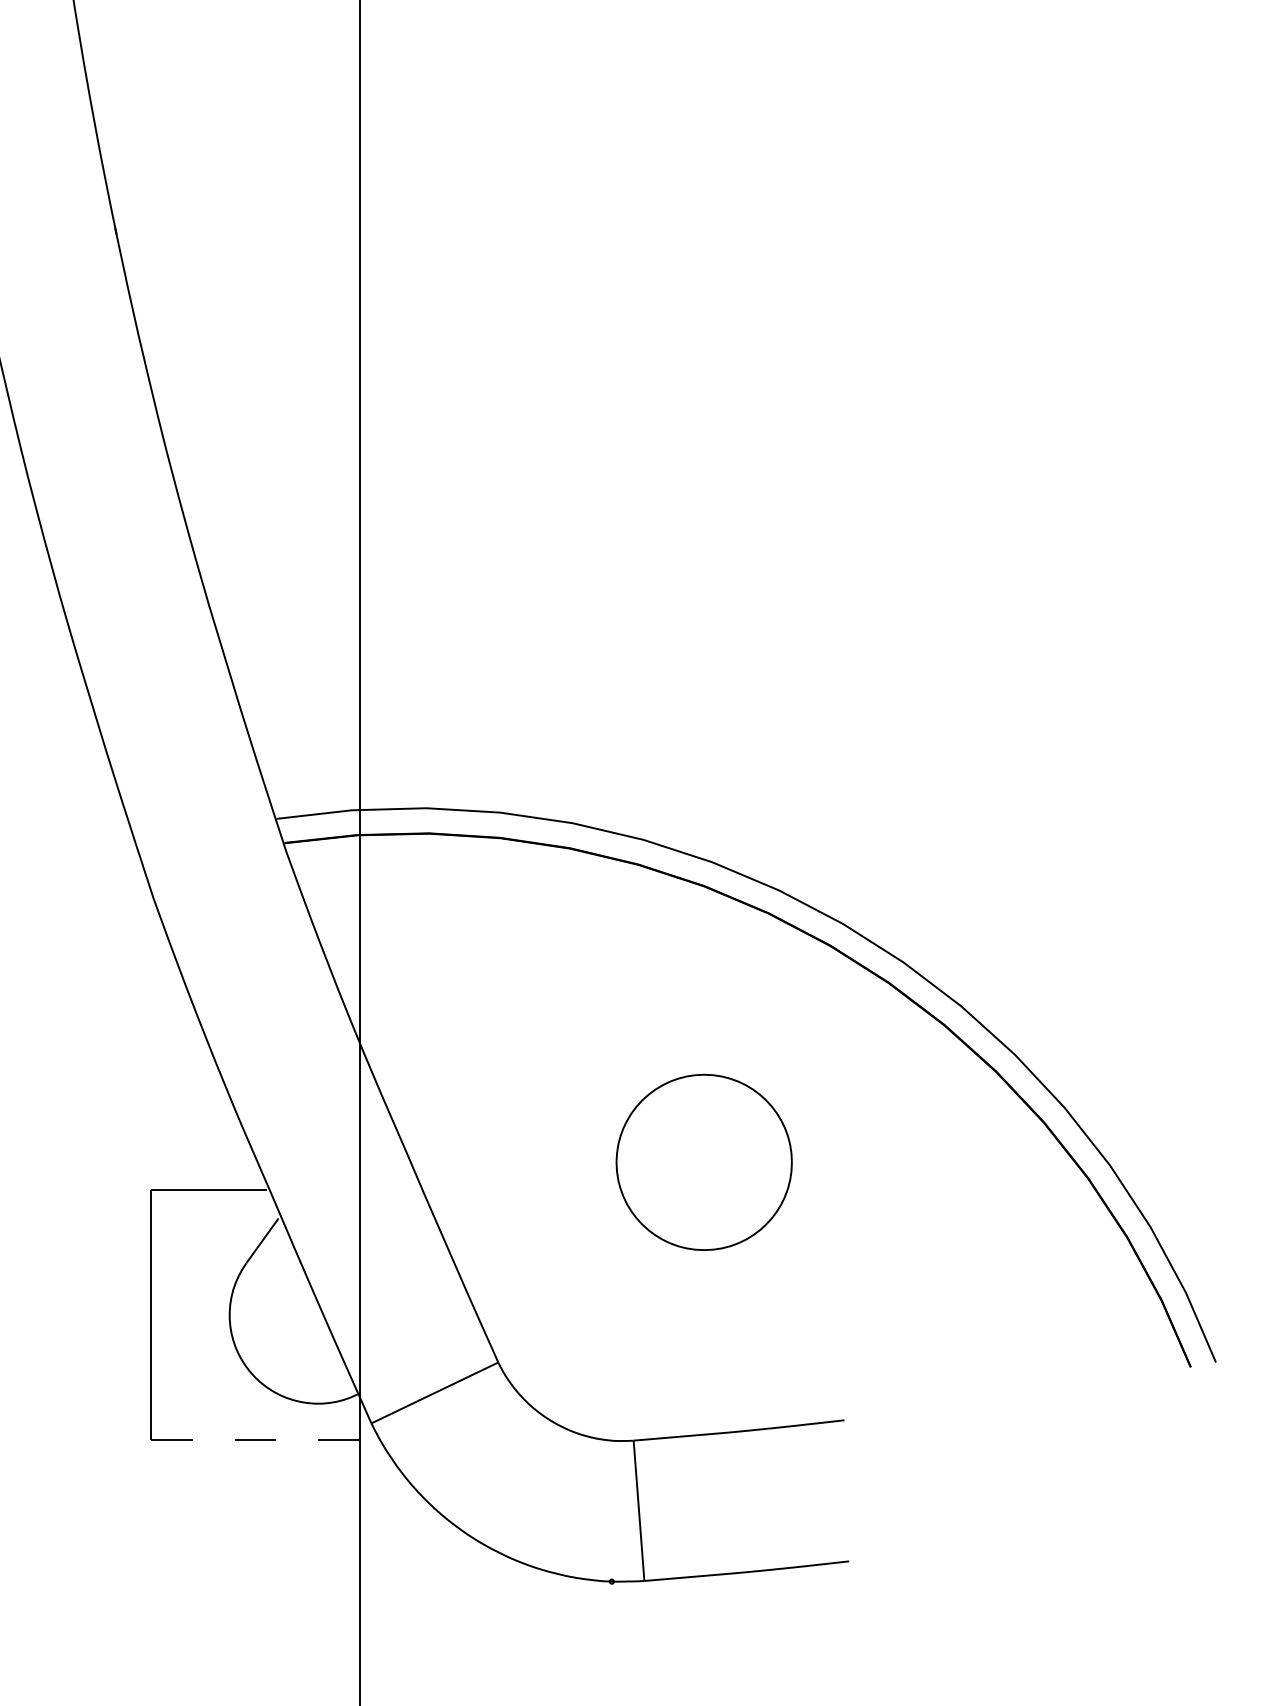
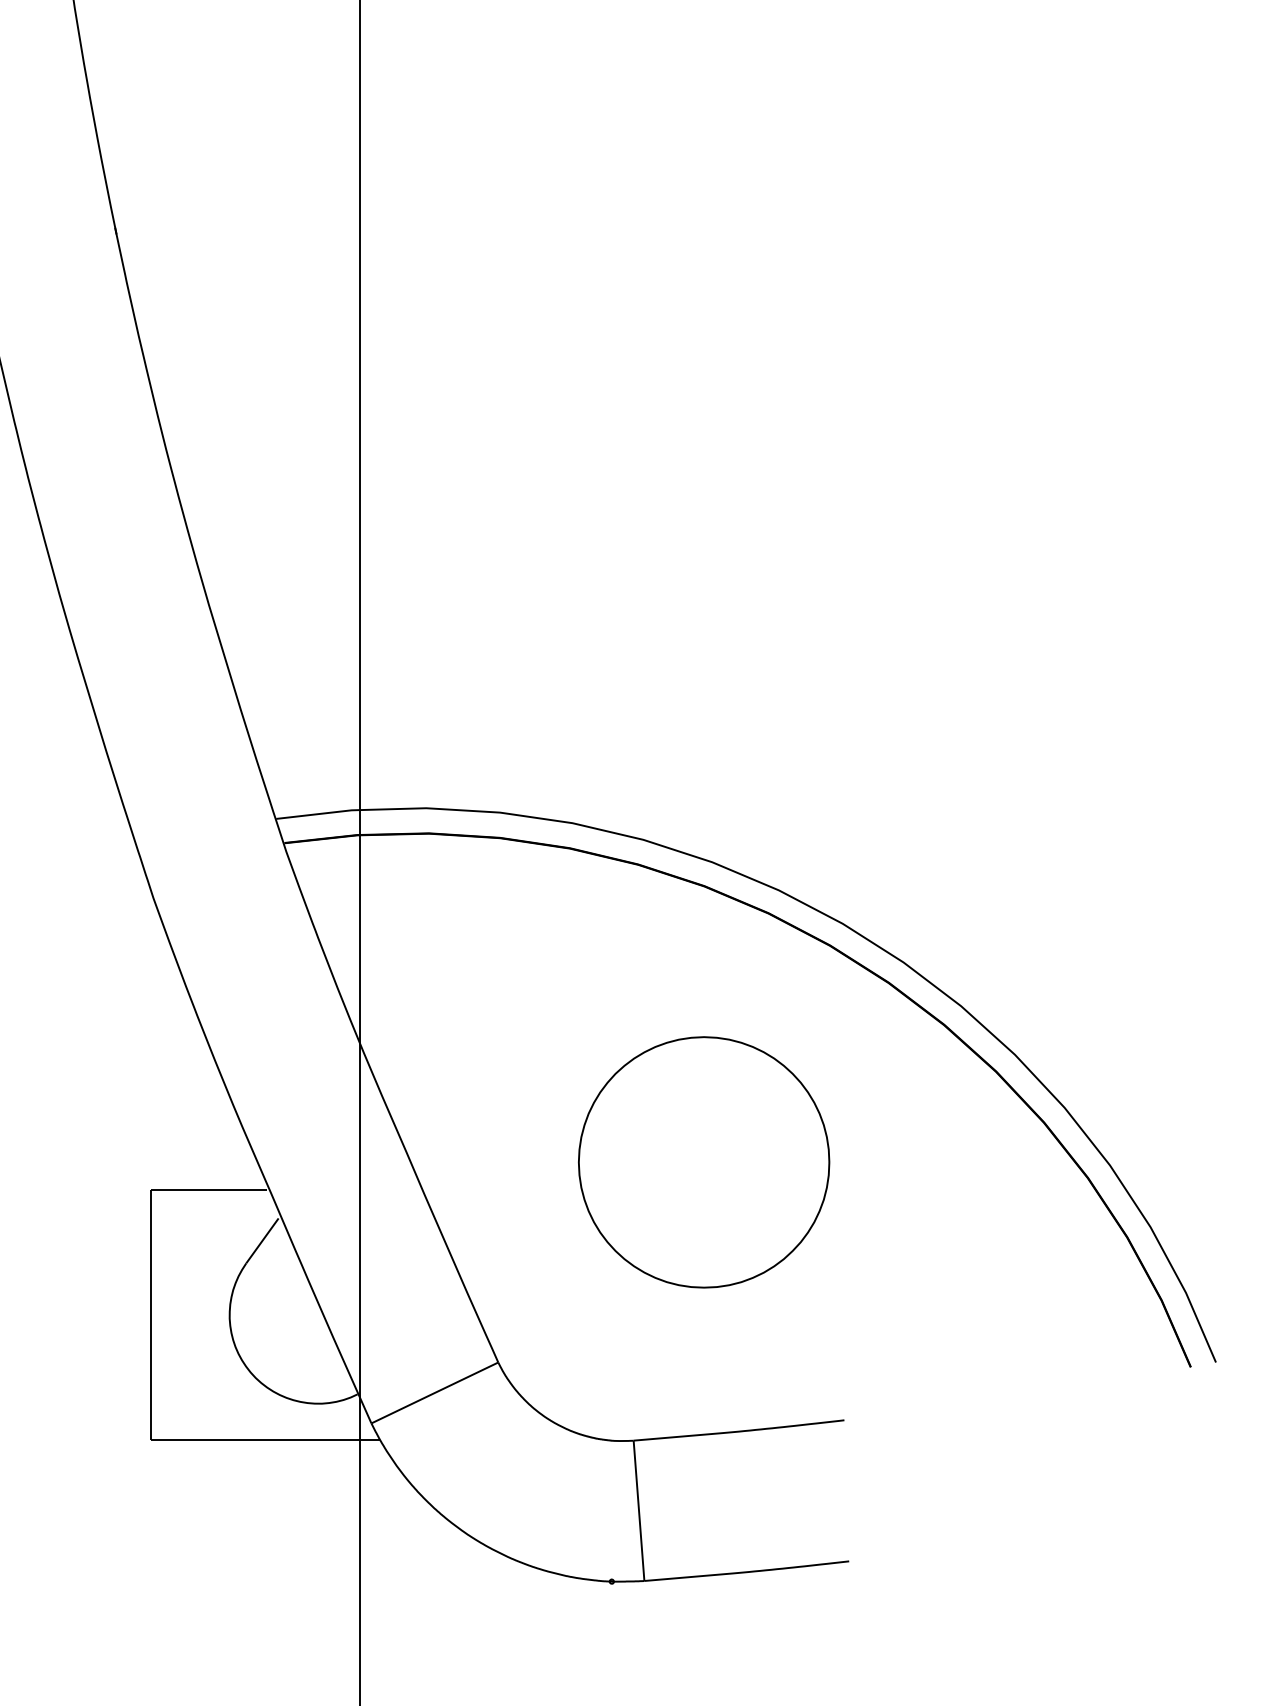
part at (703, 1161) size: 178x178 px -> 253x253 px
line at (265, 1440): dashed -> solid
